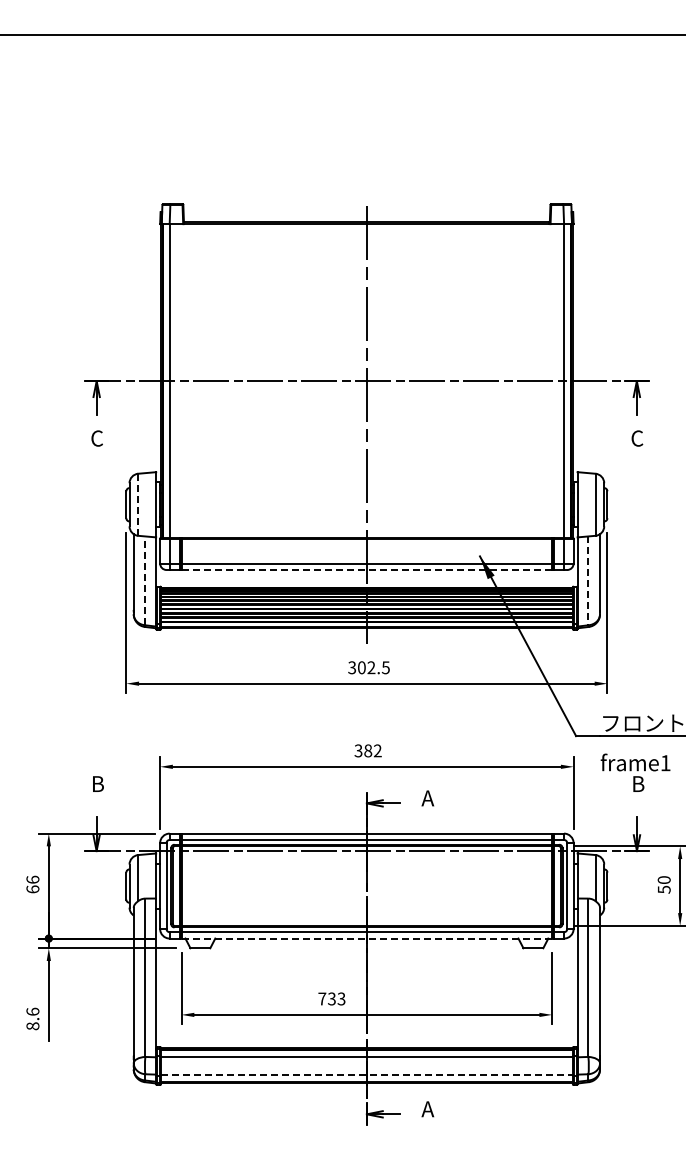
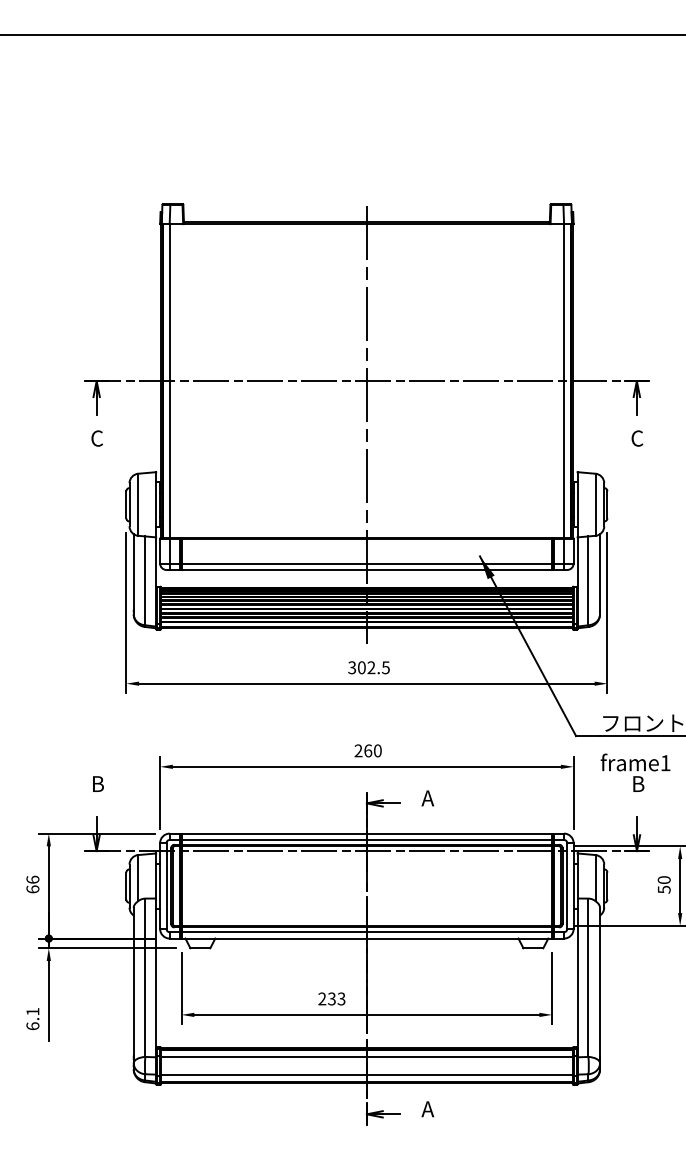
line at (138, 505): dashed -> solid
line at (367, 569): dashed -> solid
line at (145, 580): dashed -> solid
line at (588, 581): dashed -> solid
text at (367, 750): 382 -> 260
line at (366, 938): dashed -> solid
text at (322, 998): 733 -> 233
text at (32, 1018): 8.6 -> 6.1
line at (366, 1074): dashed -> solid
